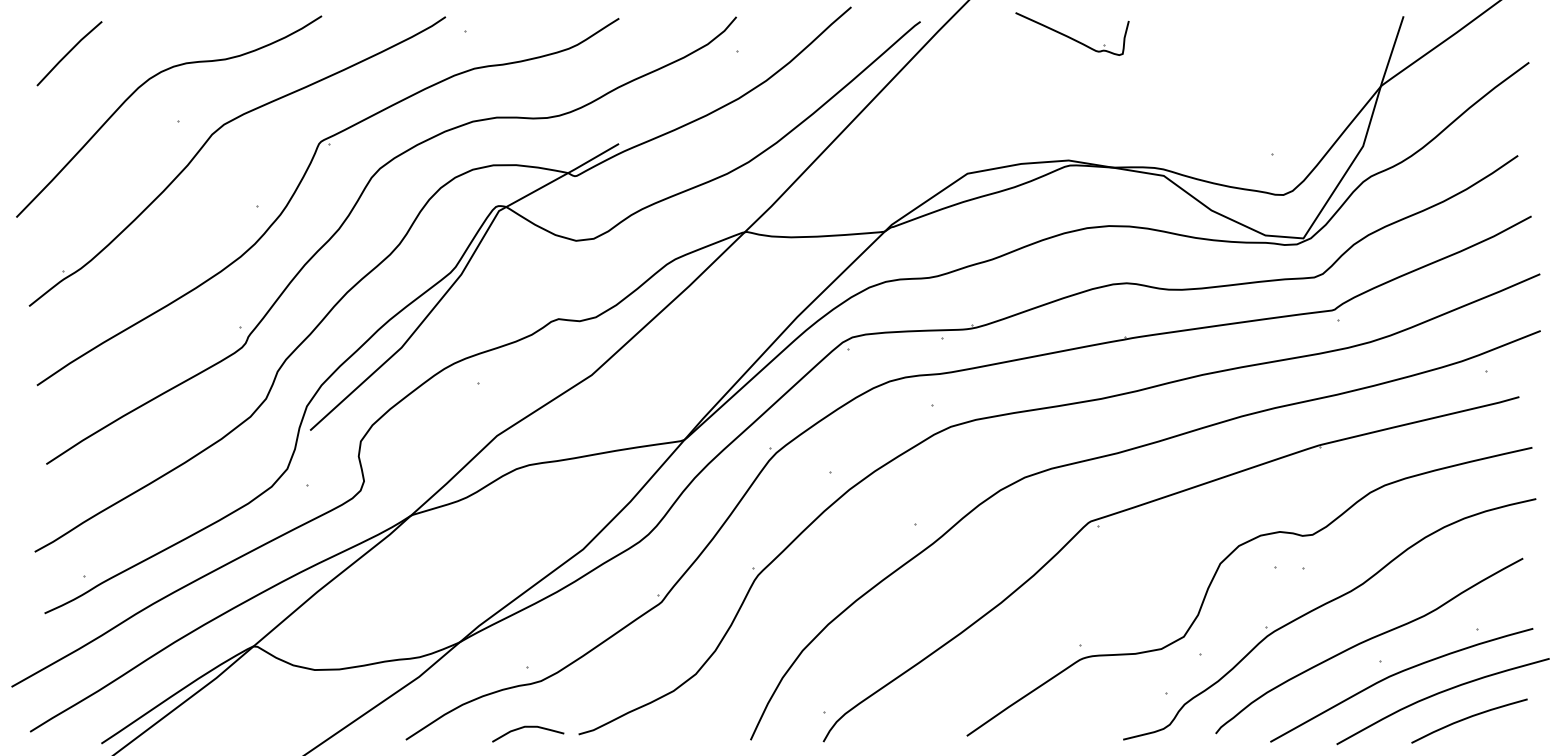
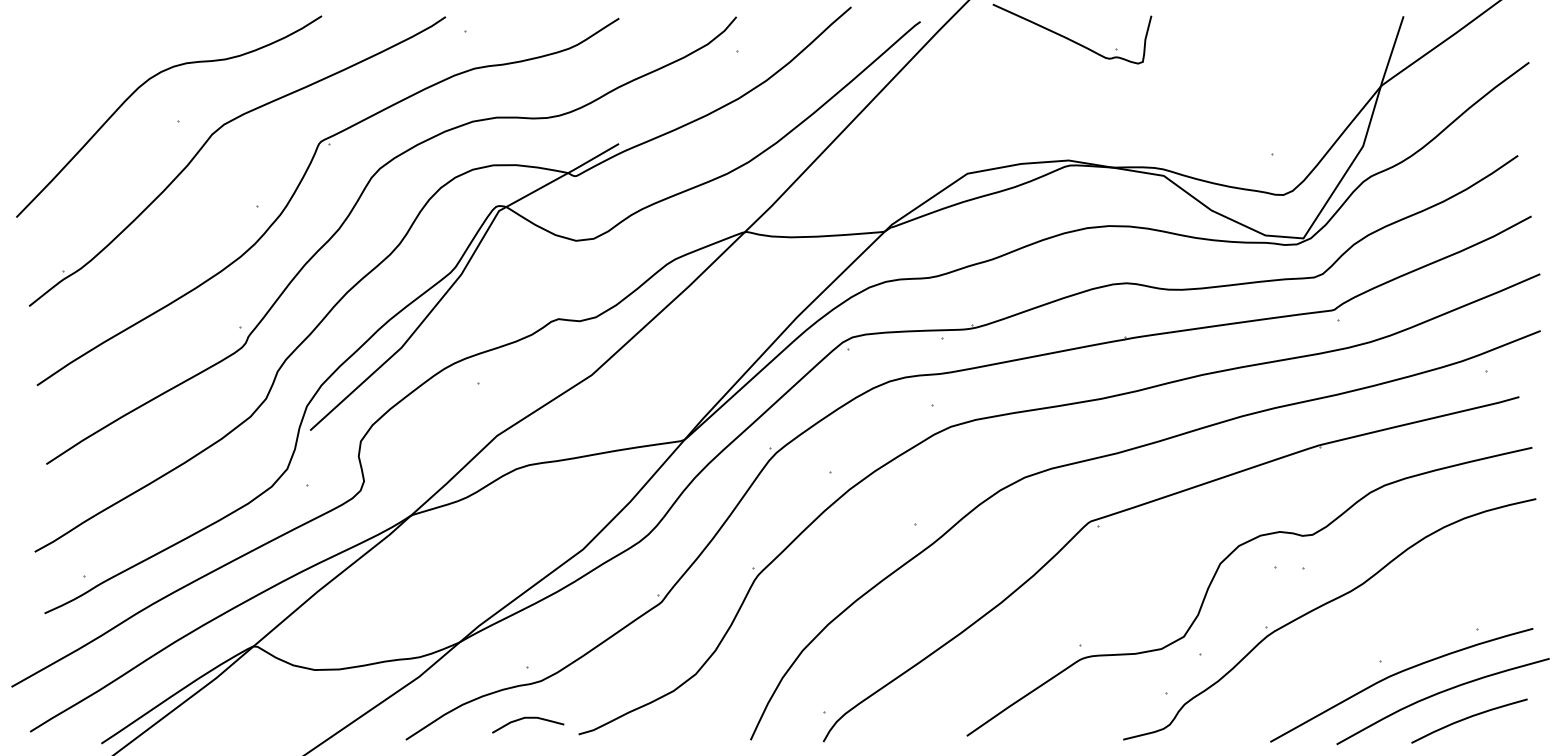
part at (1072, 33) size: 115x44 px -> 161x62 px
line at (69, 53): present -> none
curve at (1367, 641): present -> none
curve at (528, 727) position: (528, 727) -> (528, 718)
